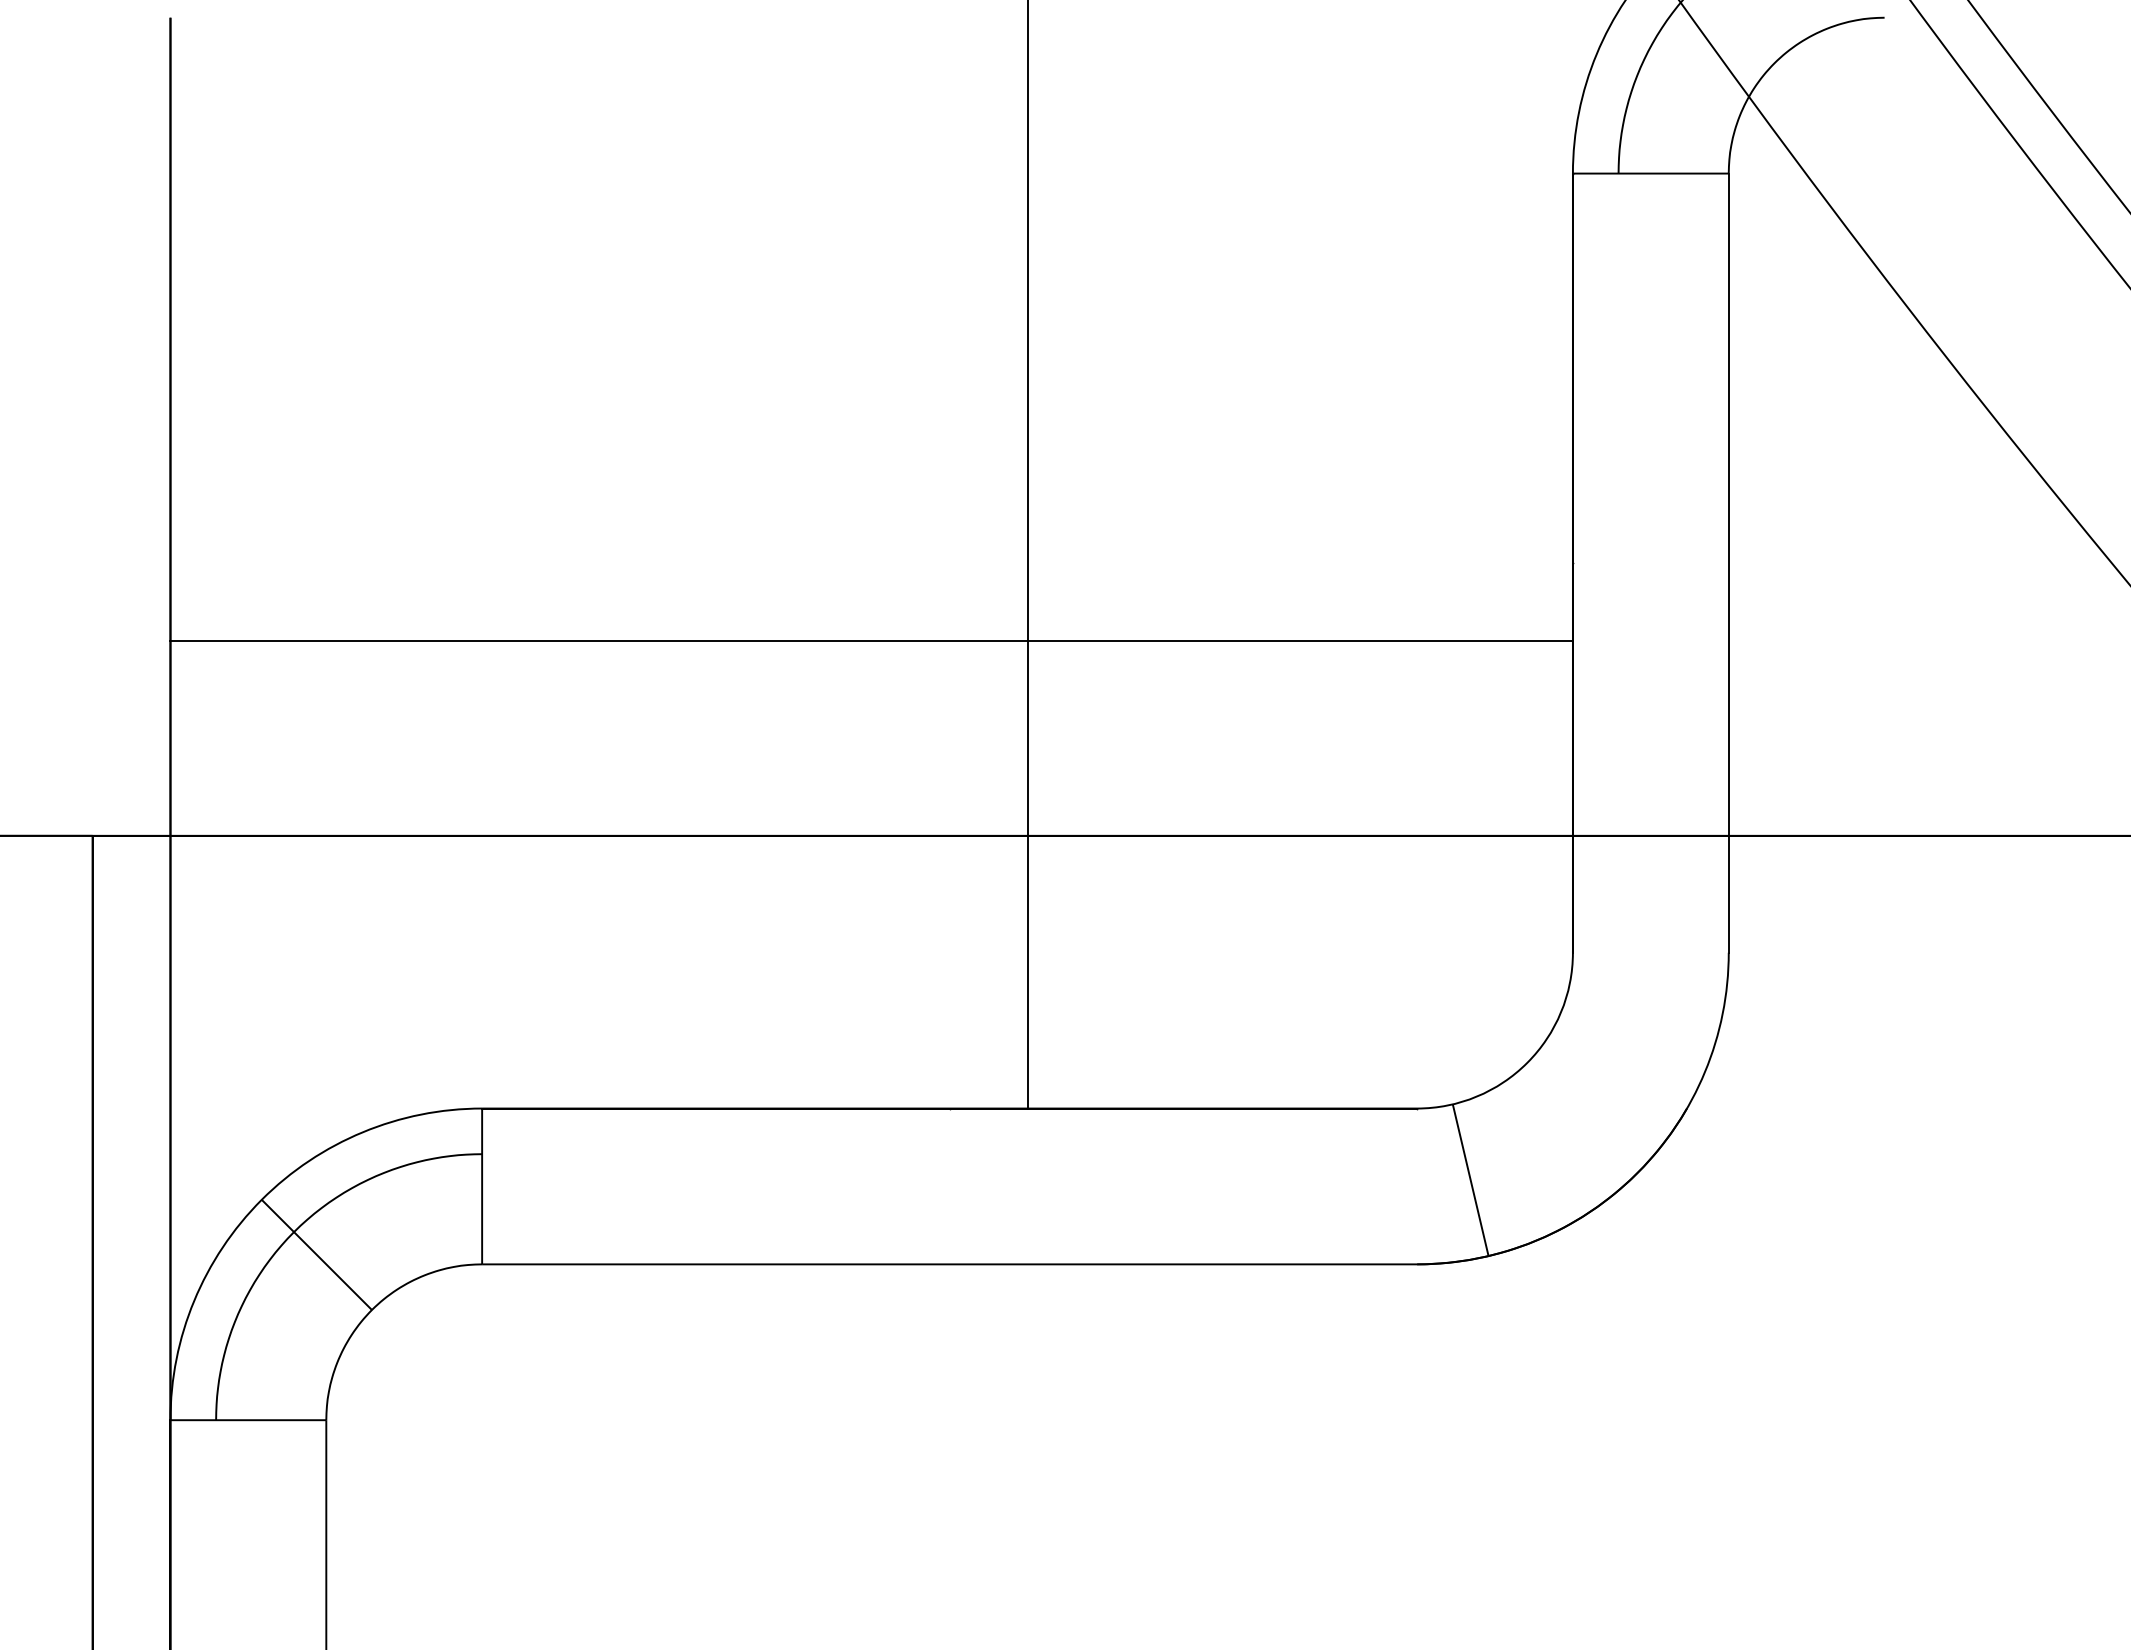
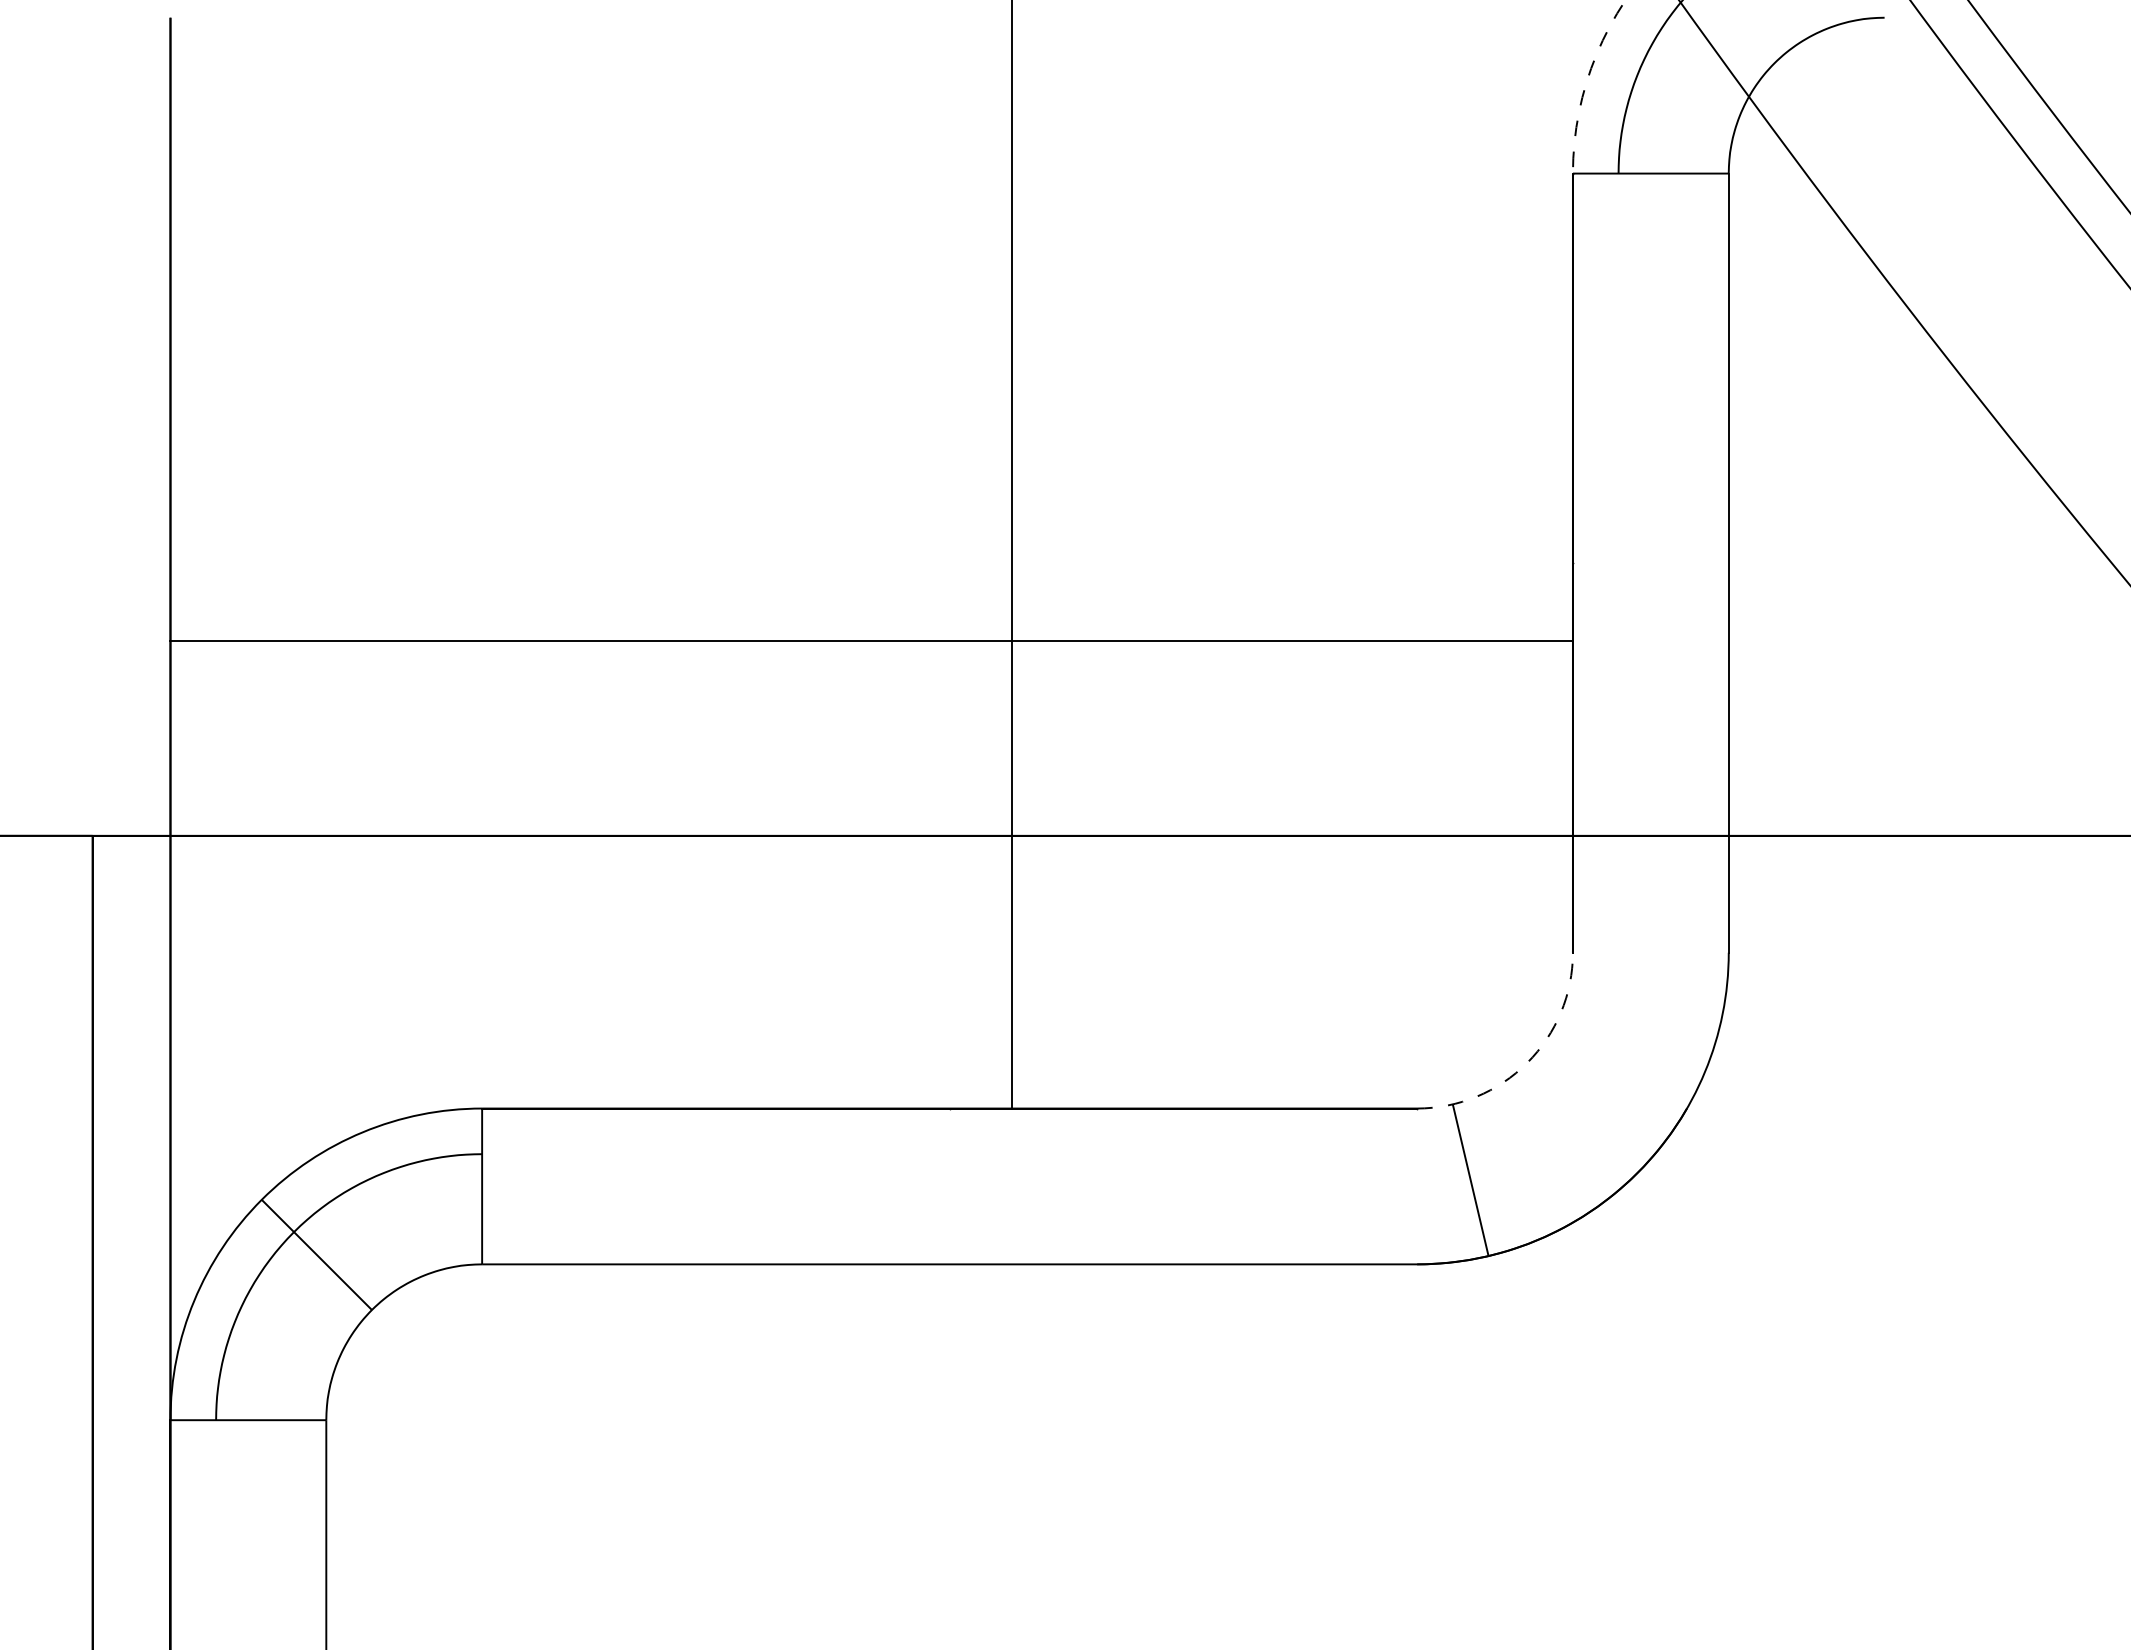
arc at (1586, 82): solid -> dashed
line at (1027, 555) position: (1027, 555) -> (1011, 555)
arc at (1527, 1062): solid -> dashed
